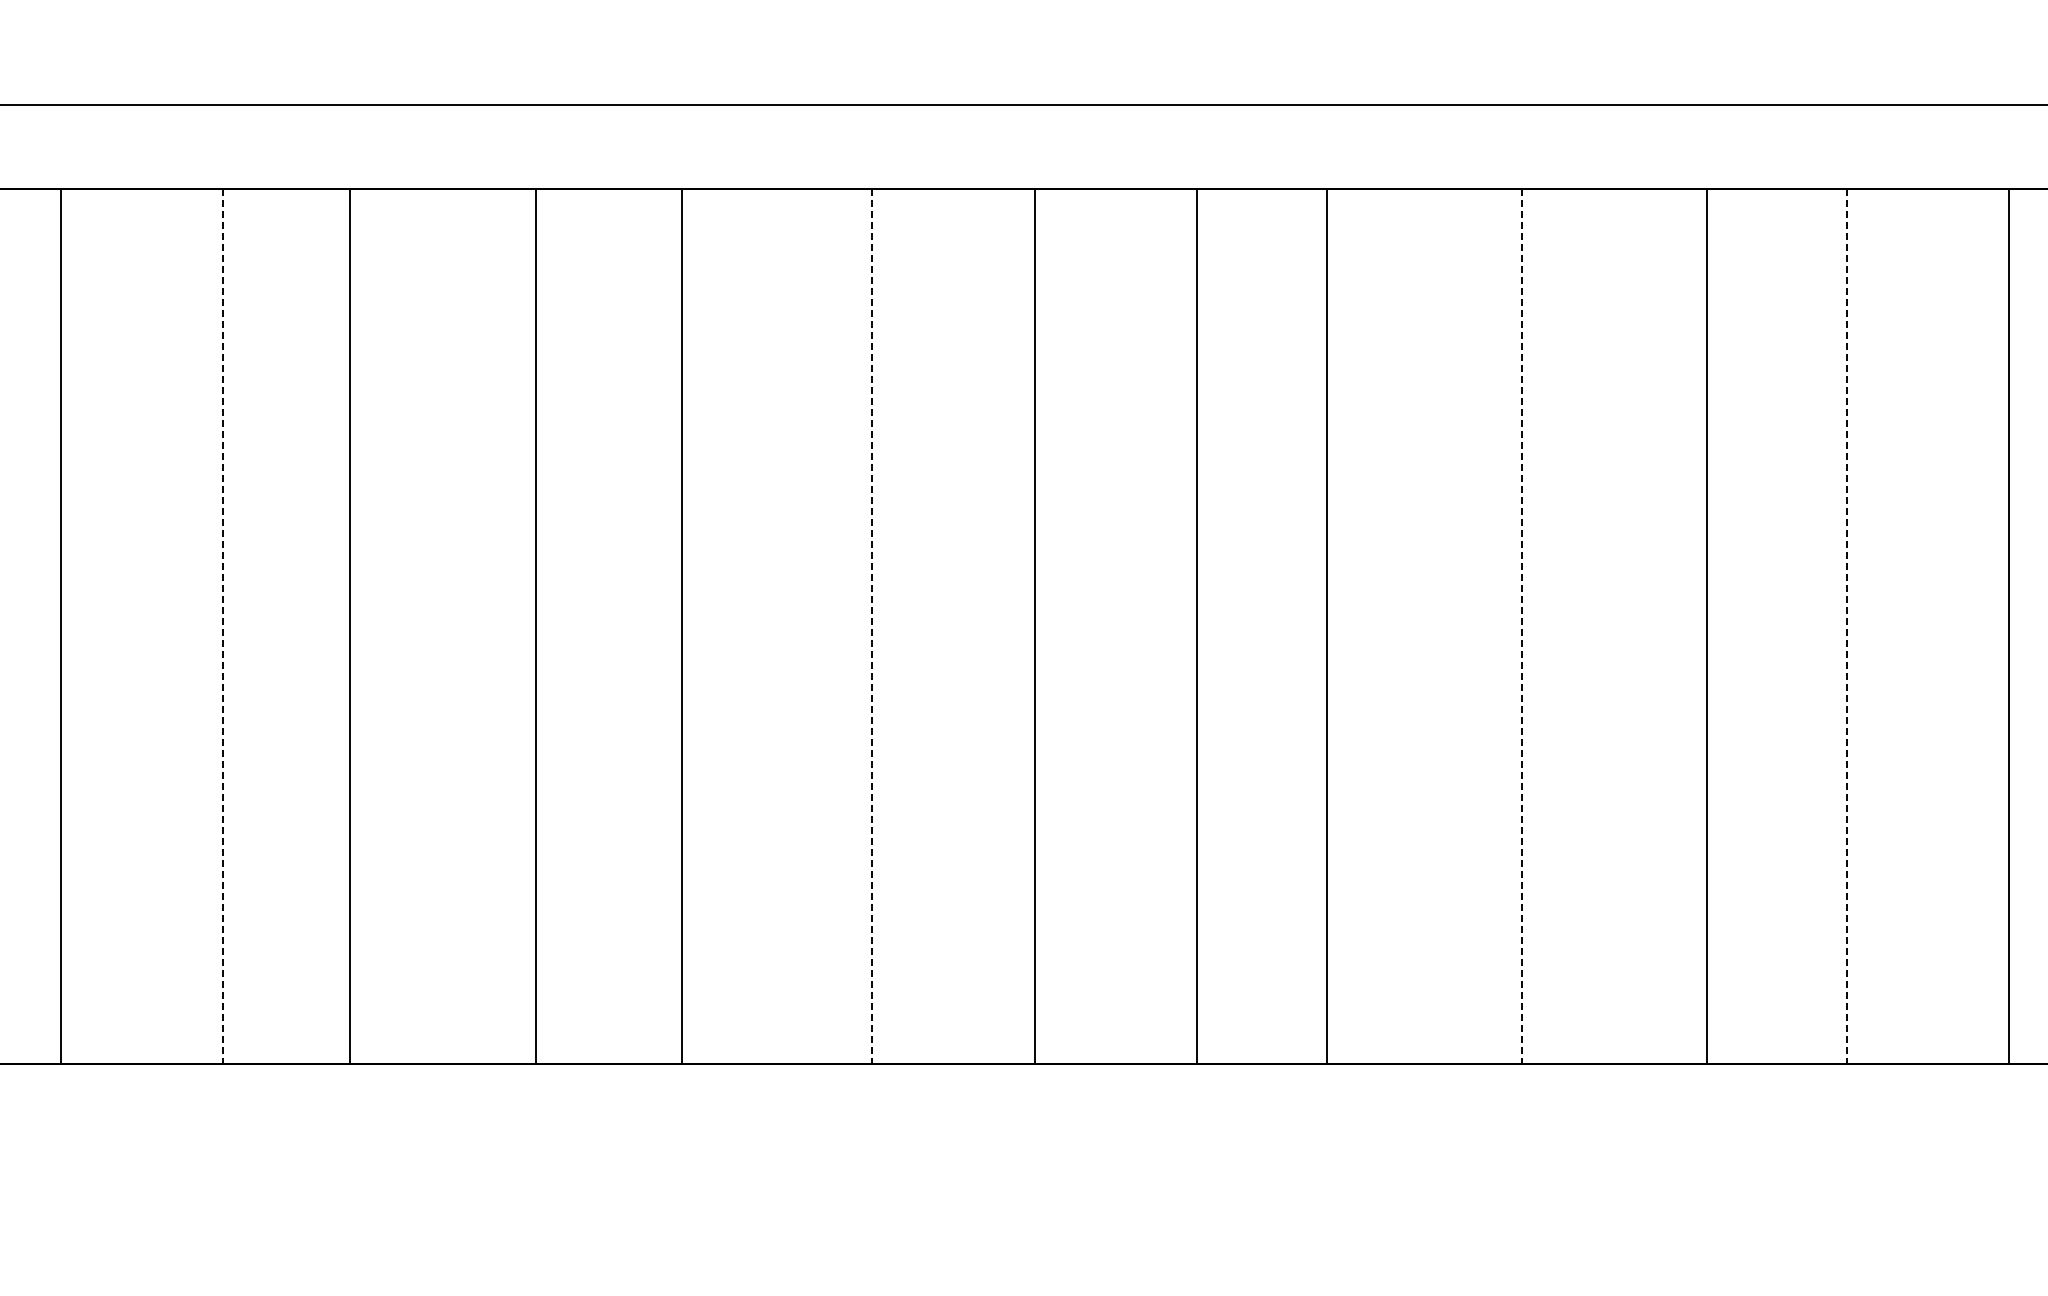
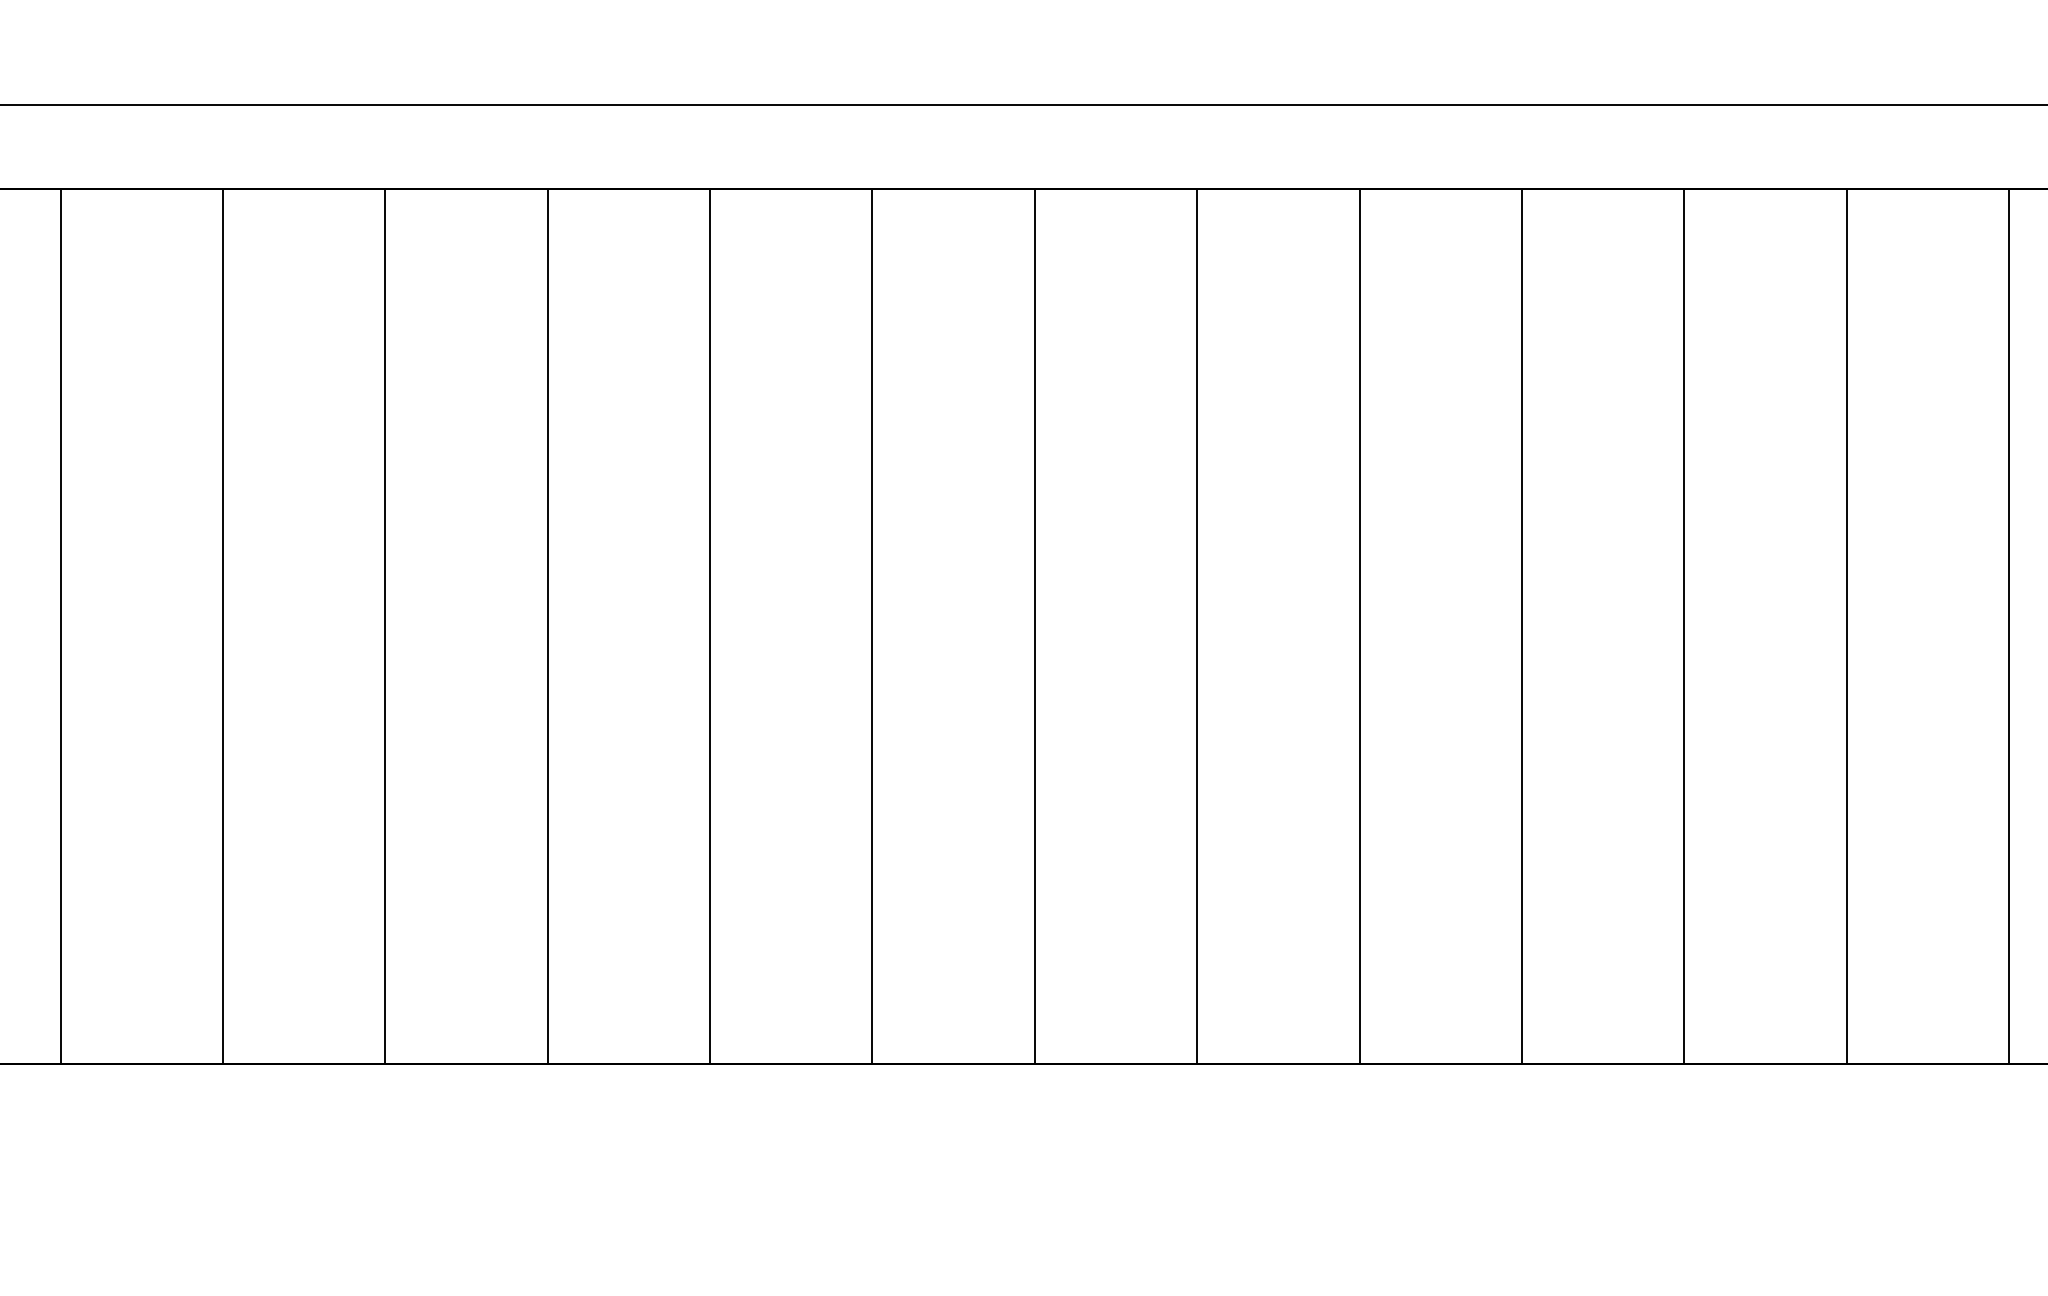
line at (222, 626): dashed -> solid
line at (350, 626) position: (350, 626) -> (385, 626)
line at (535, 626) position: (535, 626) -> (547, 626)
line at (682, 626) position: (682, 626) -> (710, 626)
line at (872, 626): dashed -> solid
line at (1326, 626) position: (1326, 626) -> (1359, 626)
line at (1521, 626): dashed -> solid
line at (1707, 626) position: (1707, 626) -> (1684, 626)
line at (1846, 626): dashed -> solid
